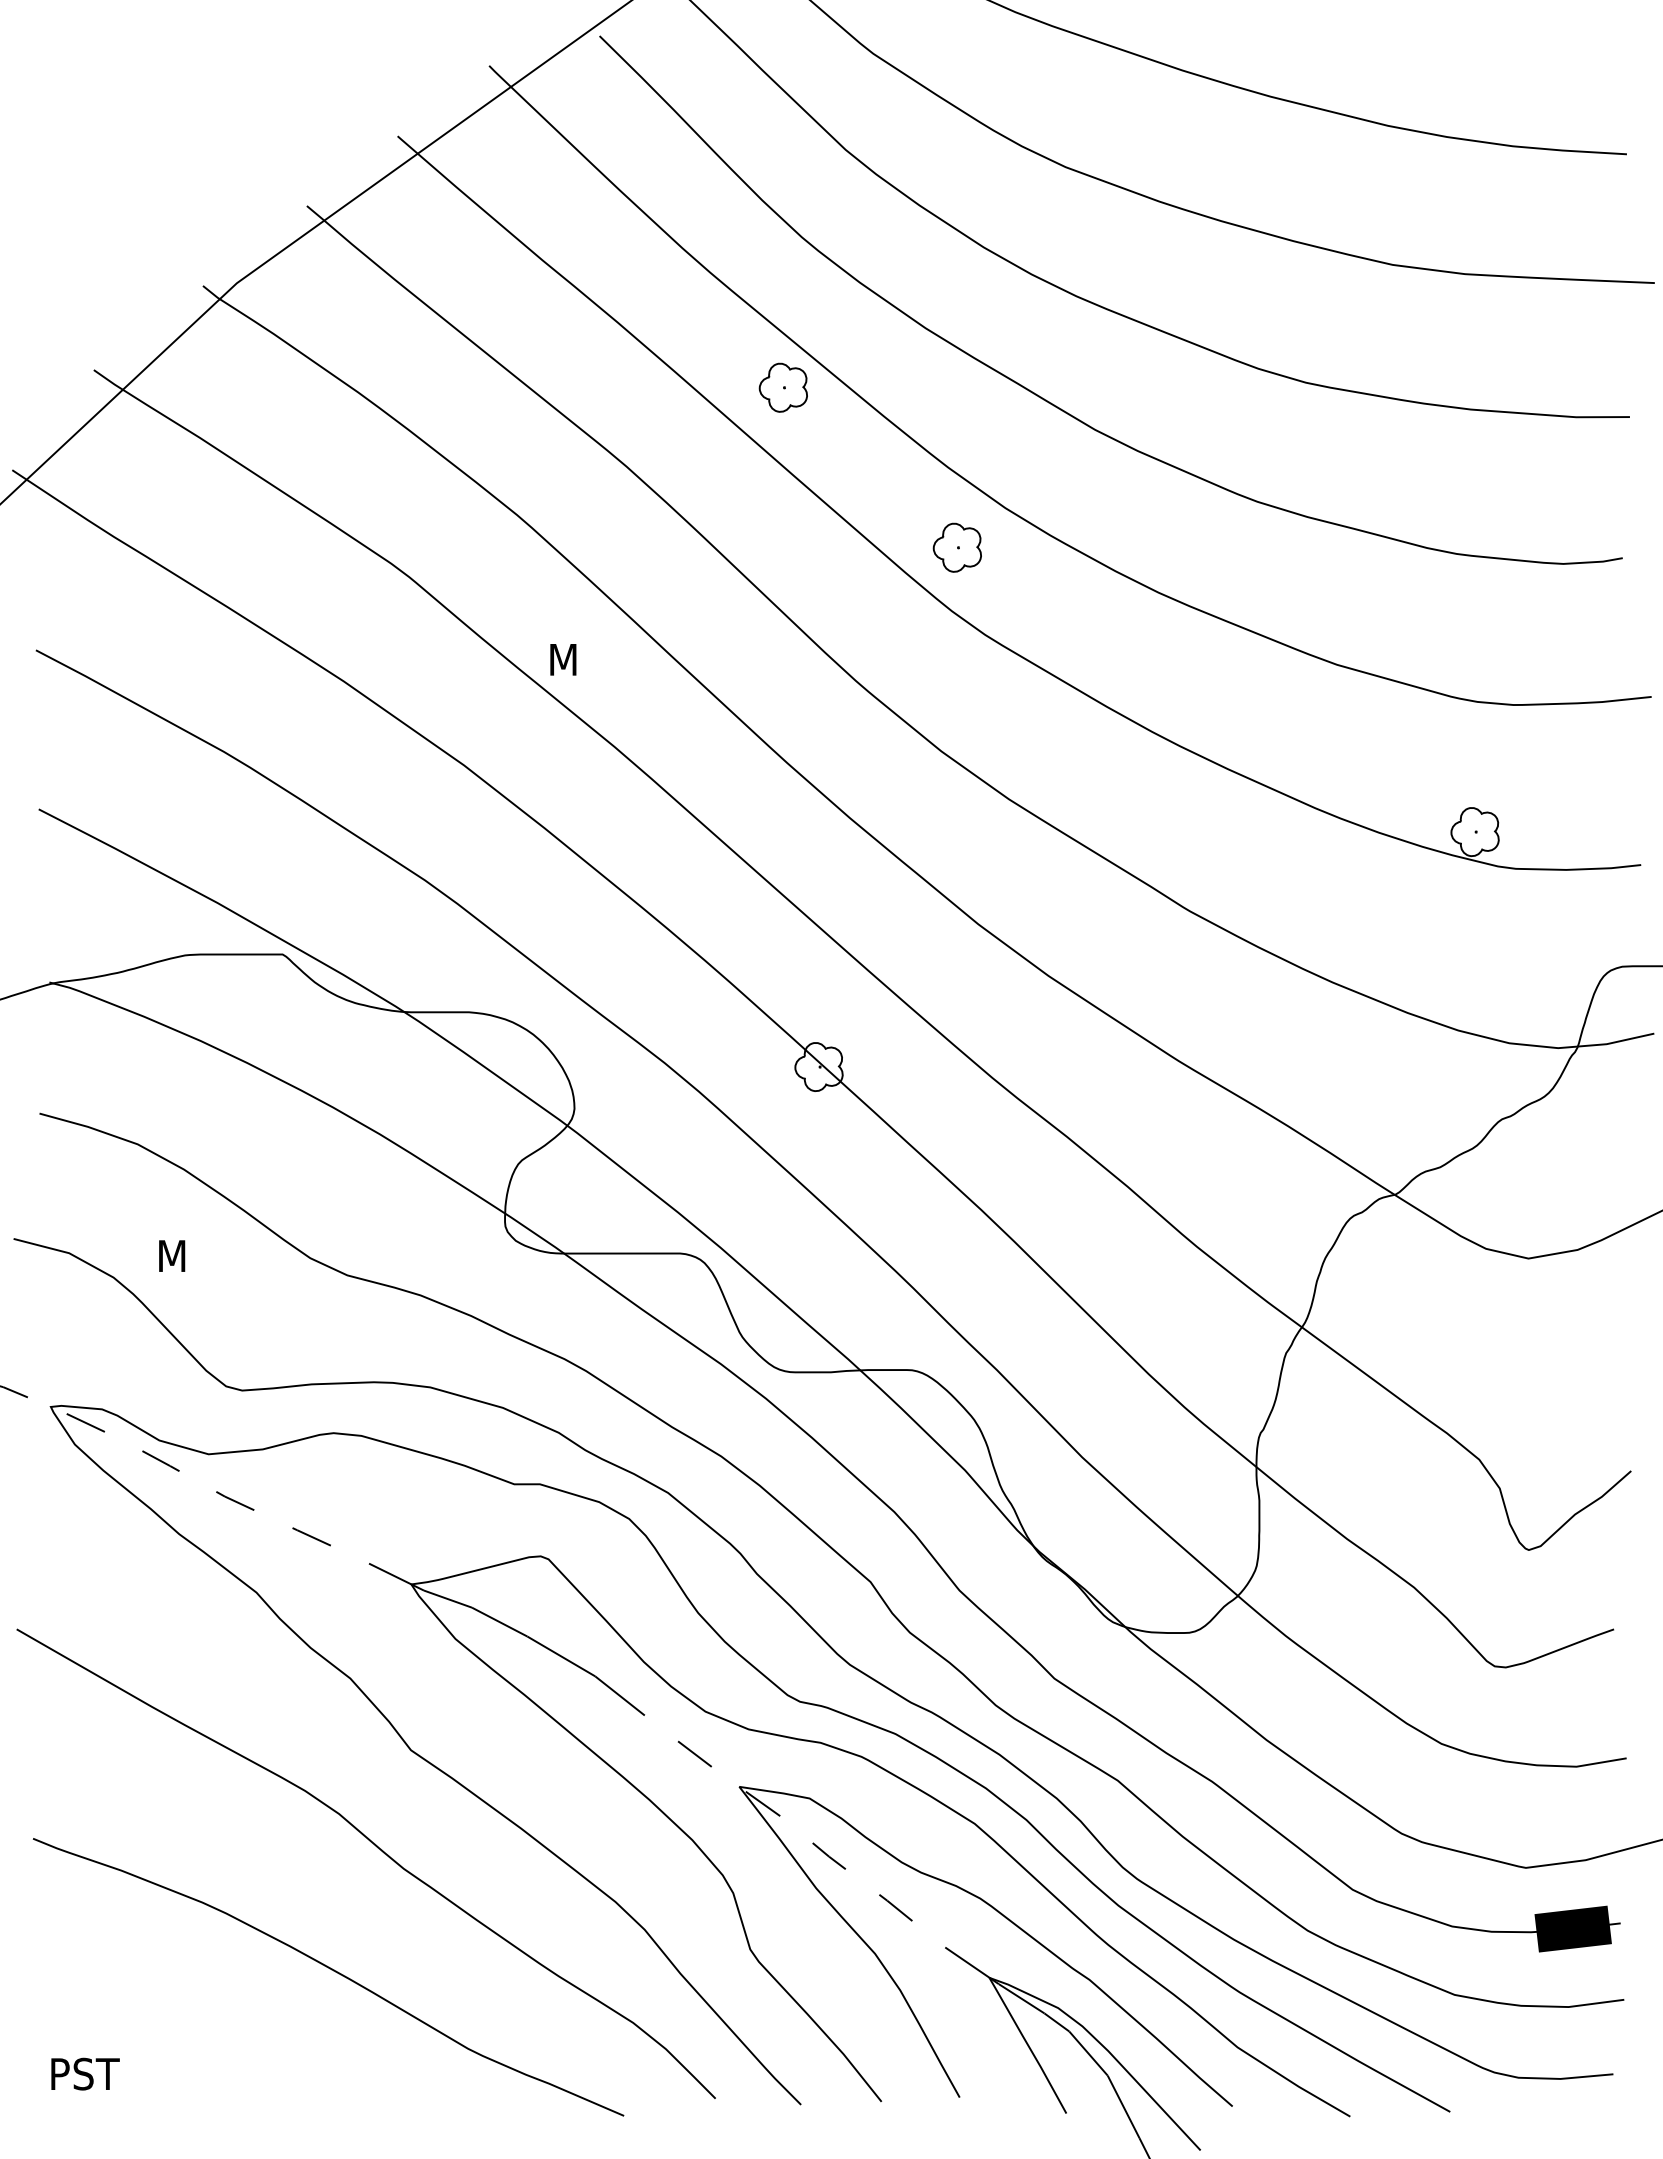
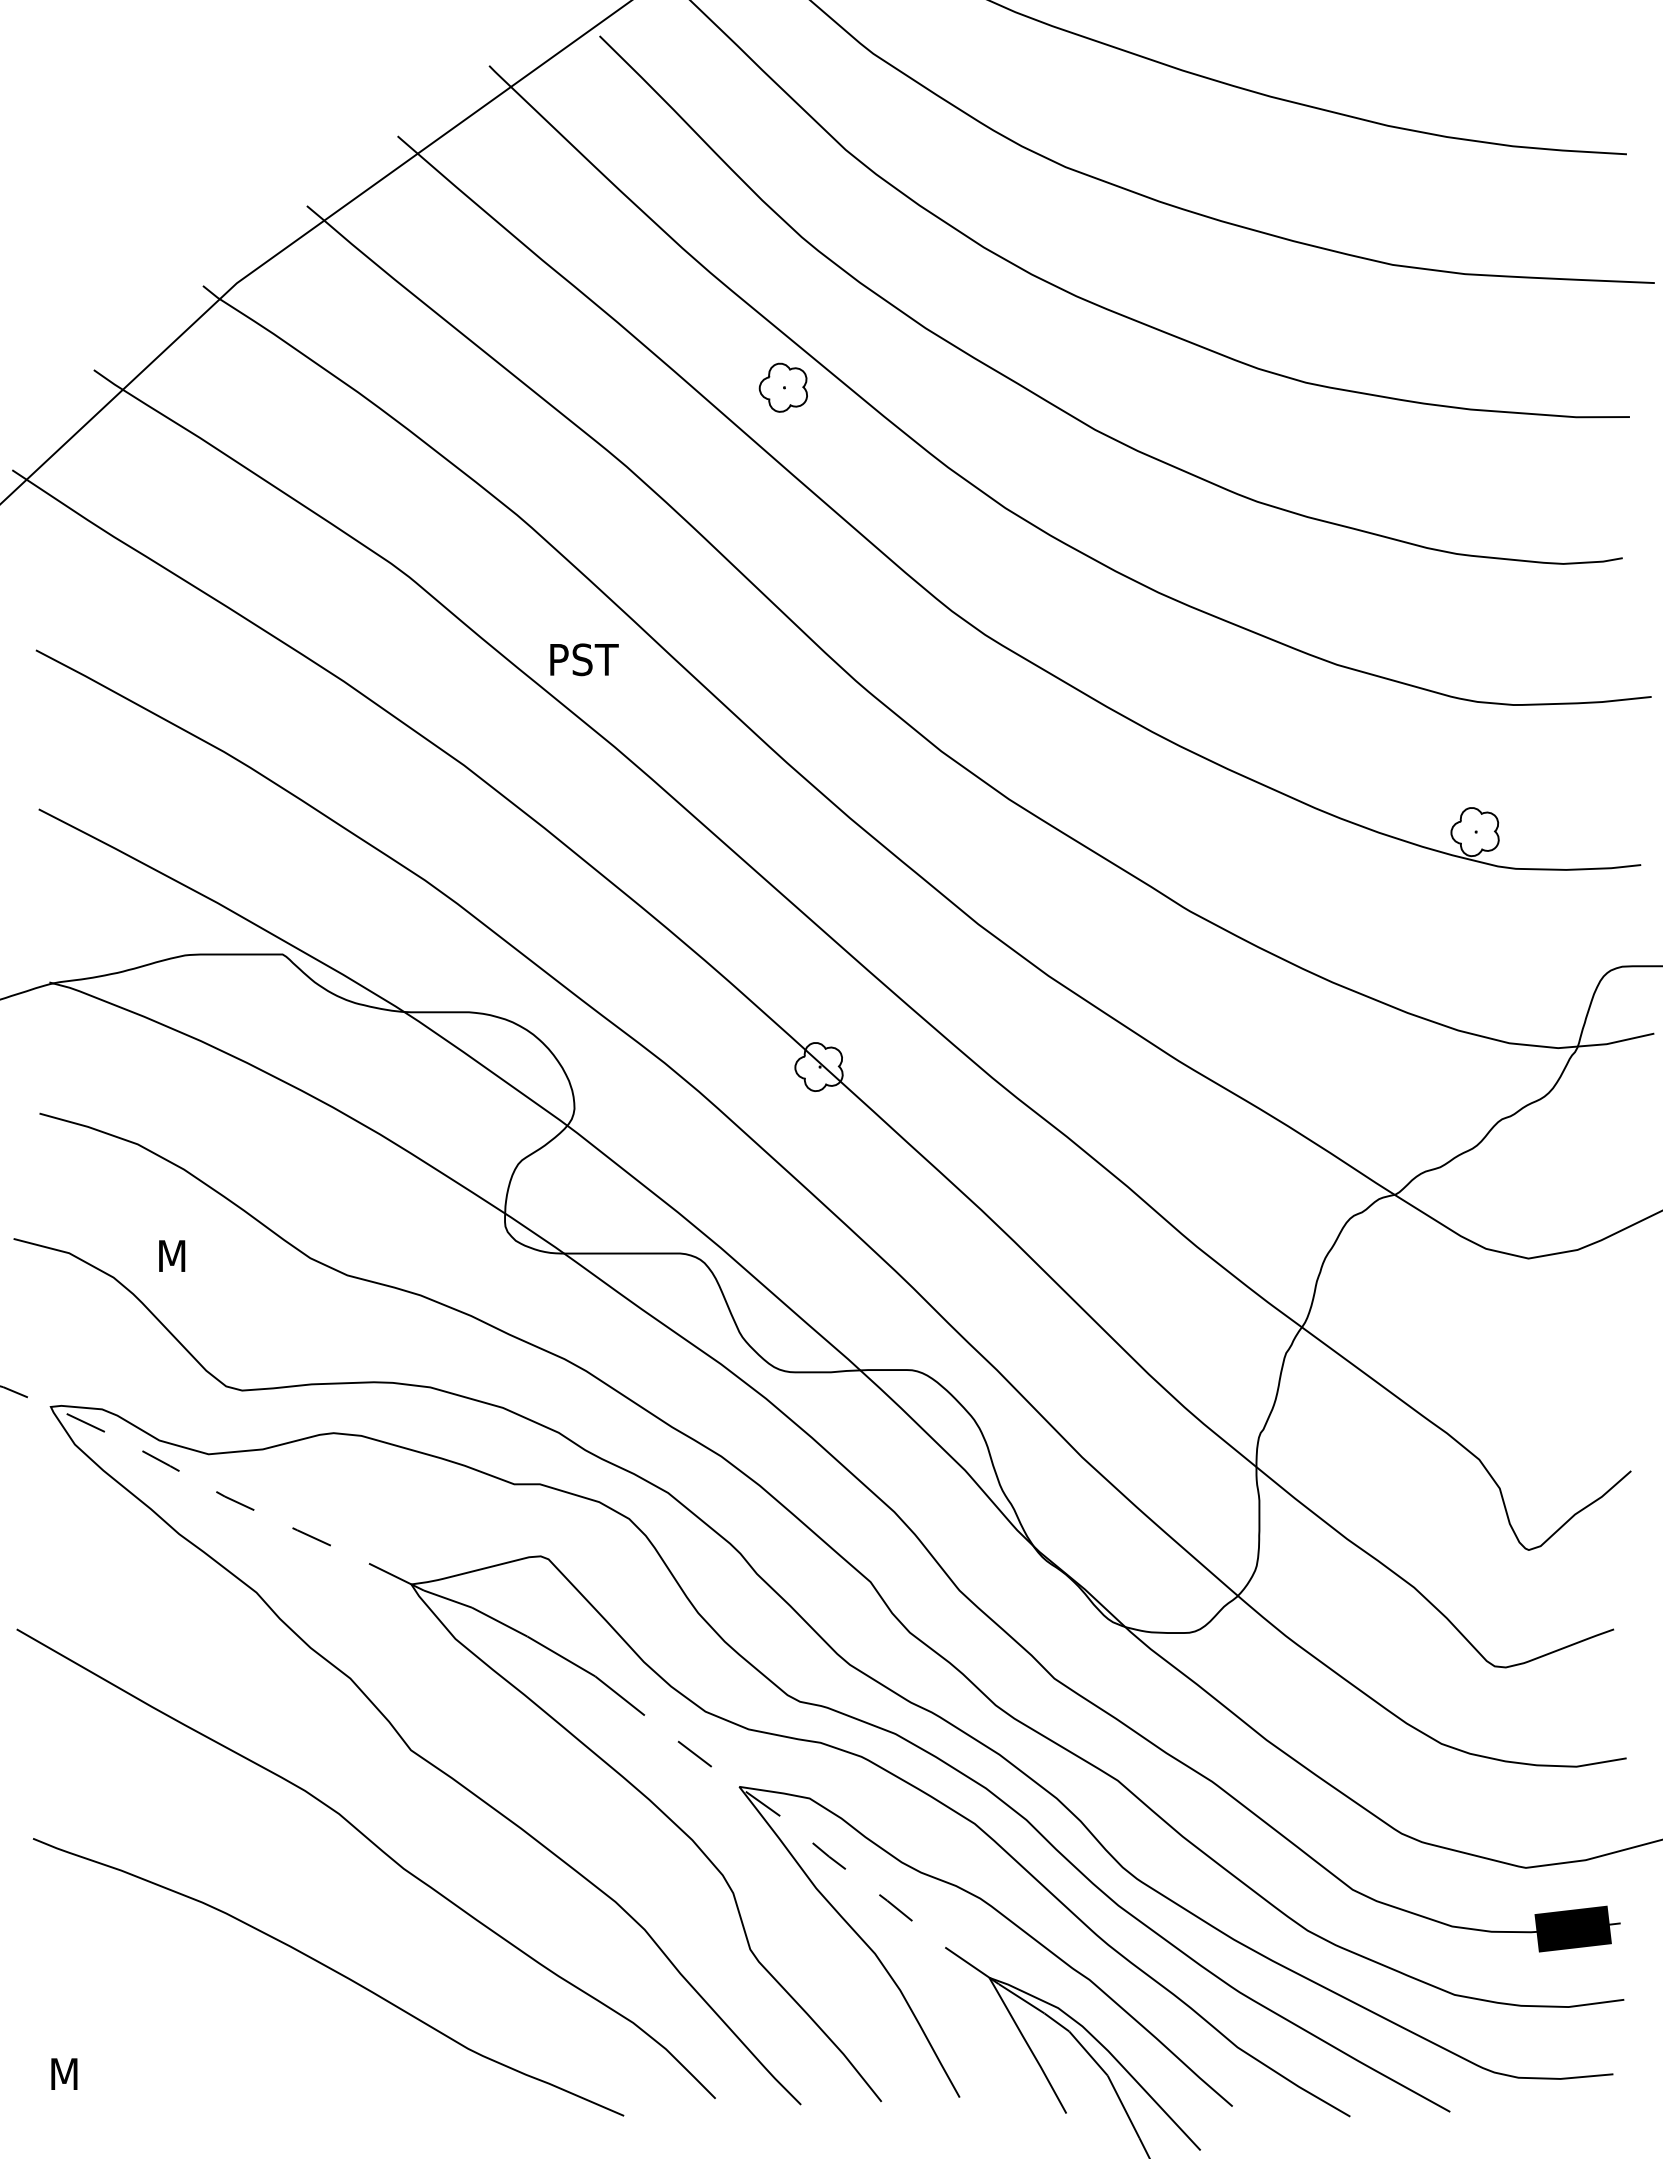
part at (956, 547): present -> none
text at (586, 659): M -> PST
text at (87, 2073): PST -> M
